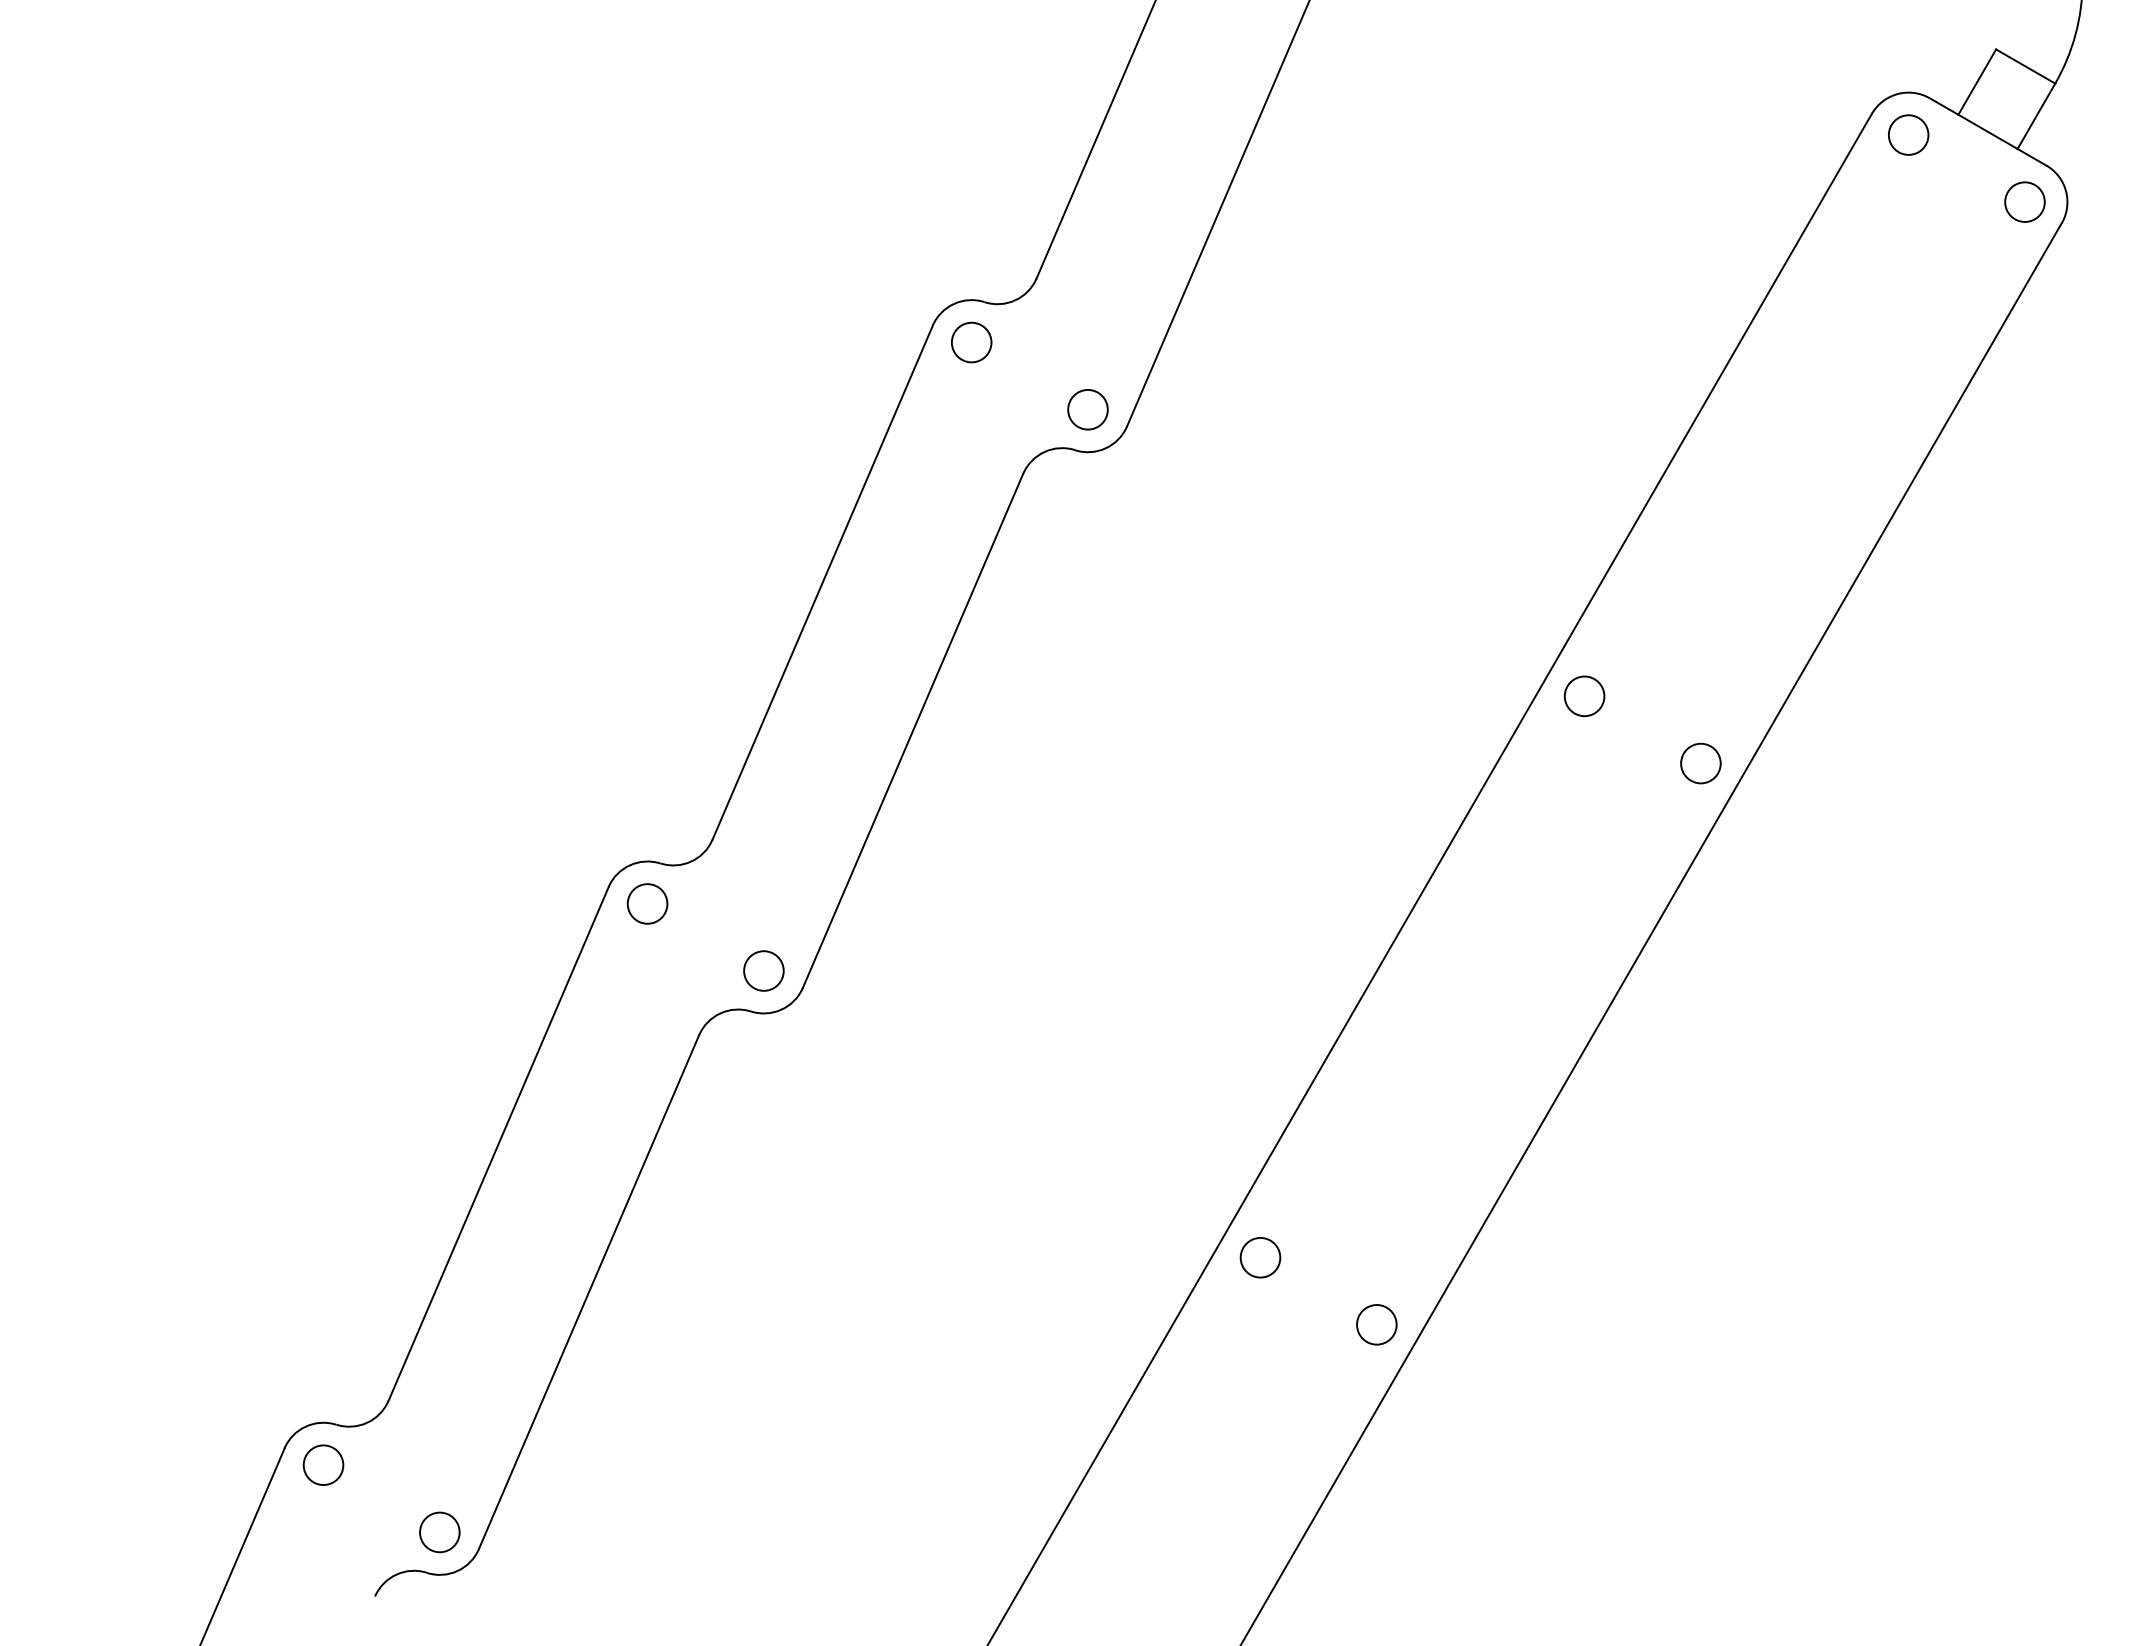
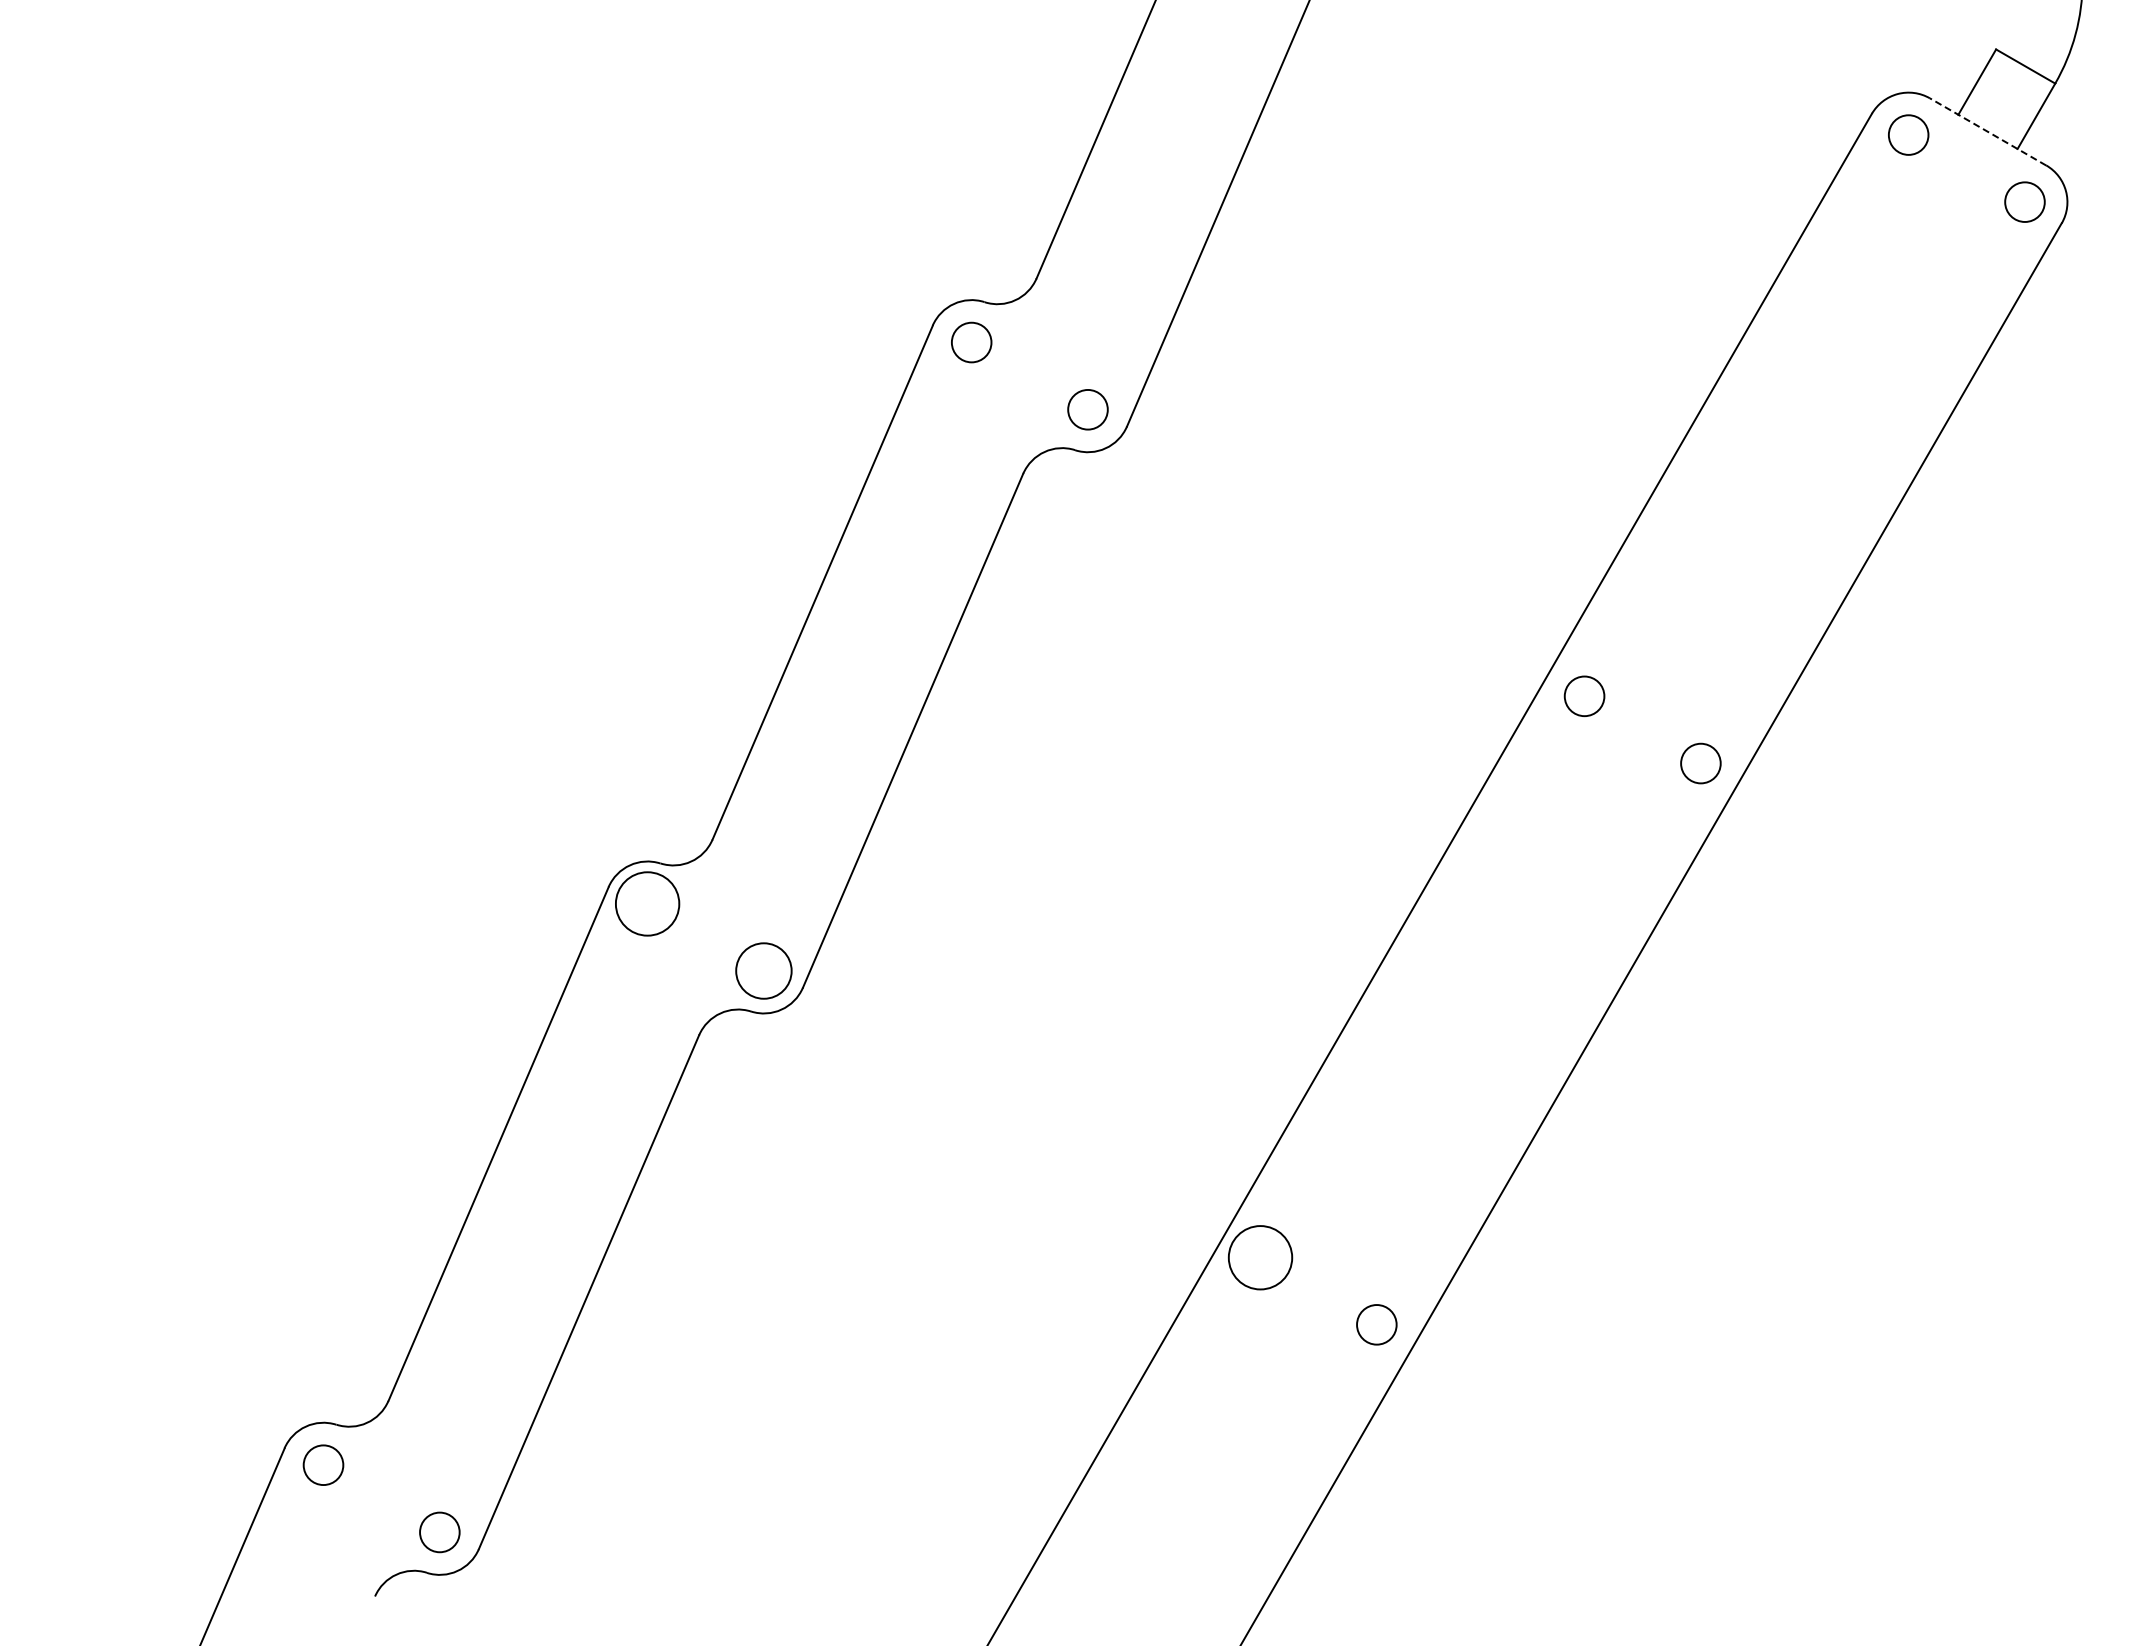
line at (1987, 131): solid -> dashed
circle at (647, 903) diameter: 40 px -> 63 px
circle at (763, 970) diameter: 40 px -> 55 px
circle at (1260, 1257) diameter: 40 px -> 63 px
